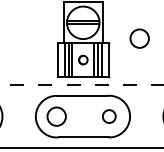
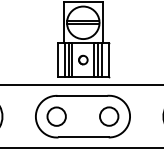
circle at (139, 38): present -> none
line at (82, 85): dashed -> solid
circle at (109, 116) size: 15x15 px -> 21x21 px
